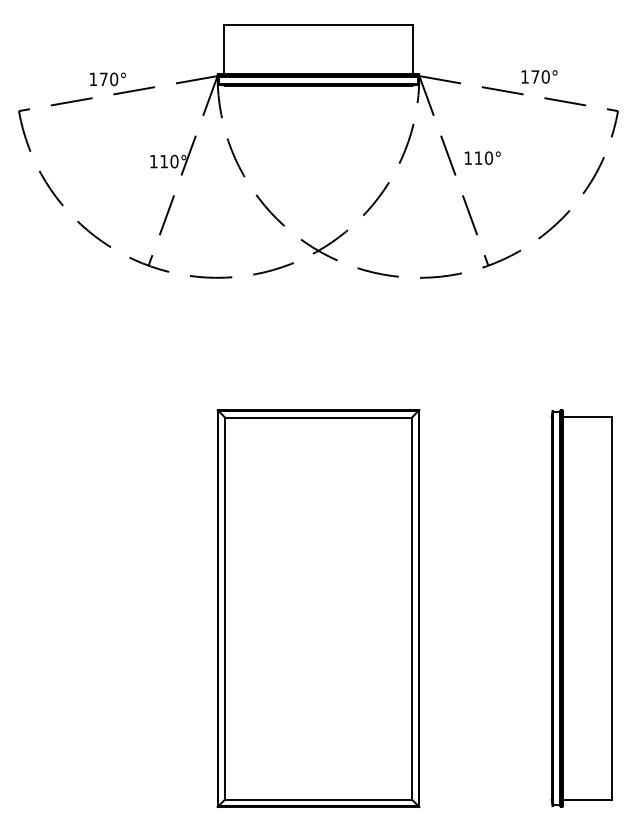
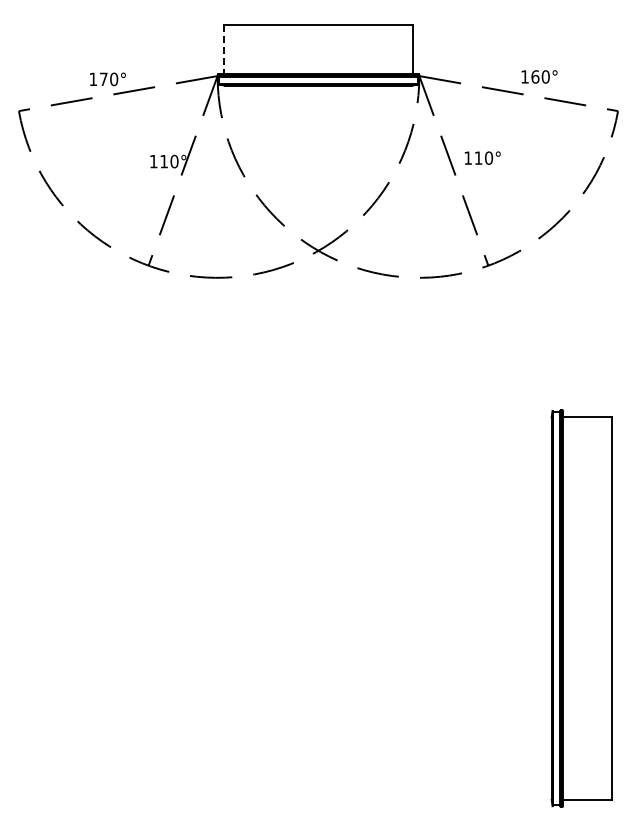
line at (224, 49): solid -> dashed
text at (535, 76): 170° -> 160°
part at (318, 608): present -> none
